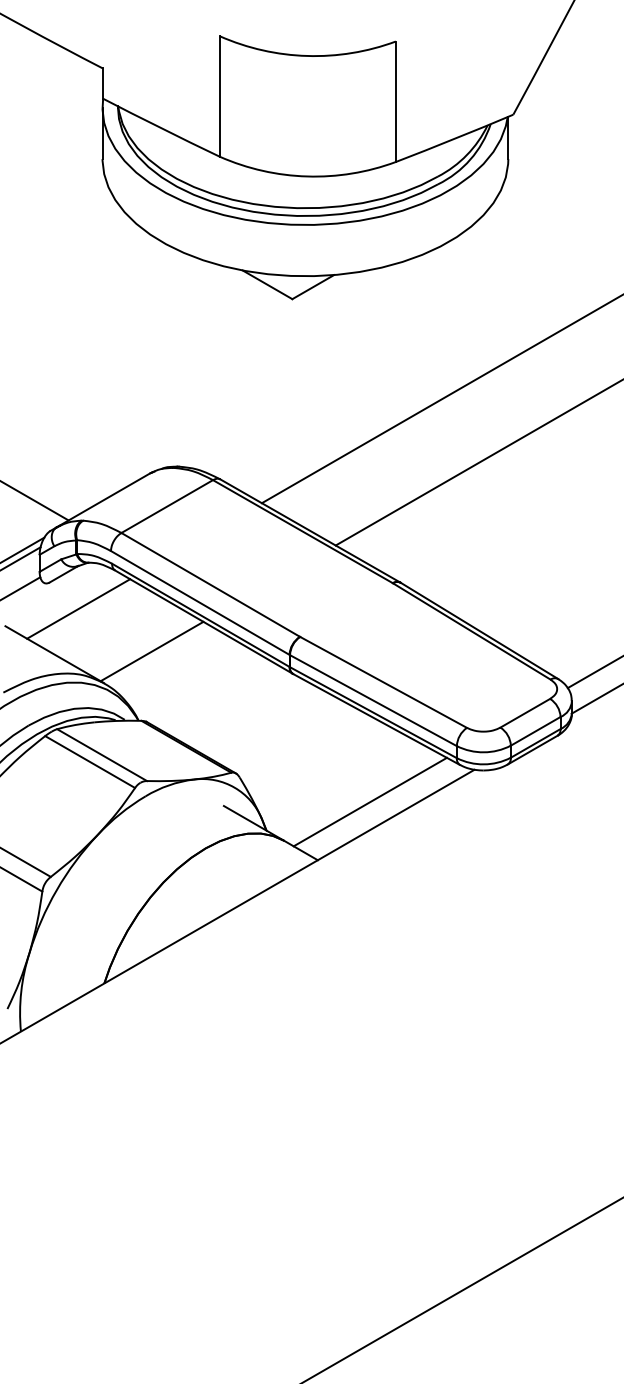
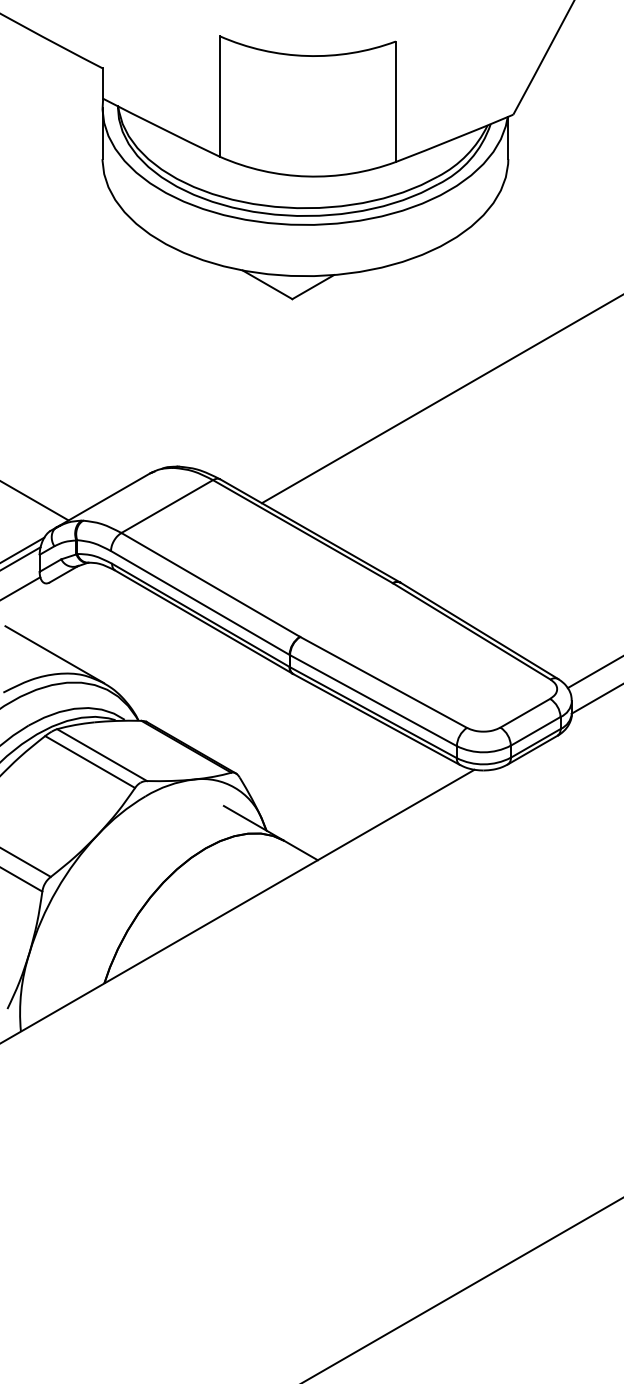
line at (477, 463): present -> none
line at (78, 608): present -> none
line at (151, 651): present -> none
line at (369, 801): present -> none
